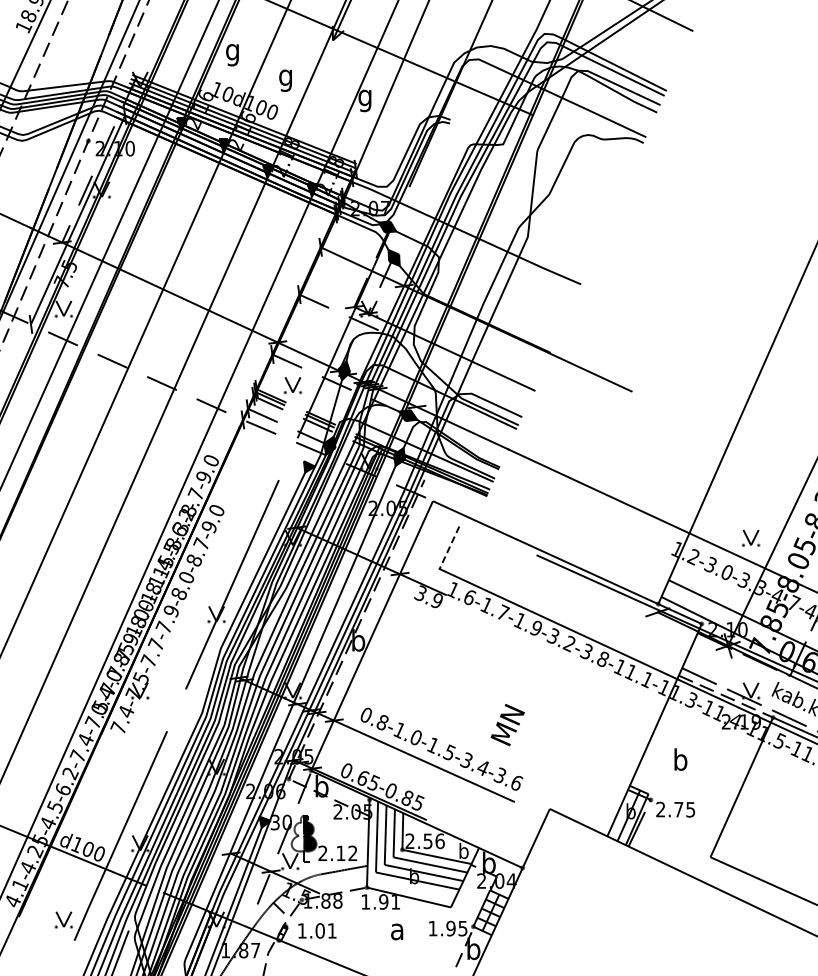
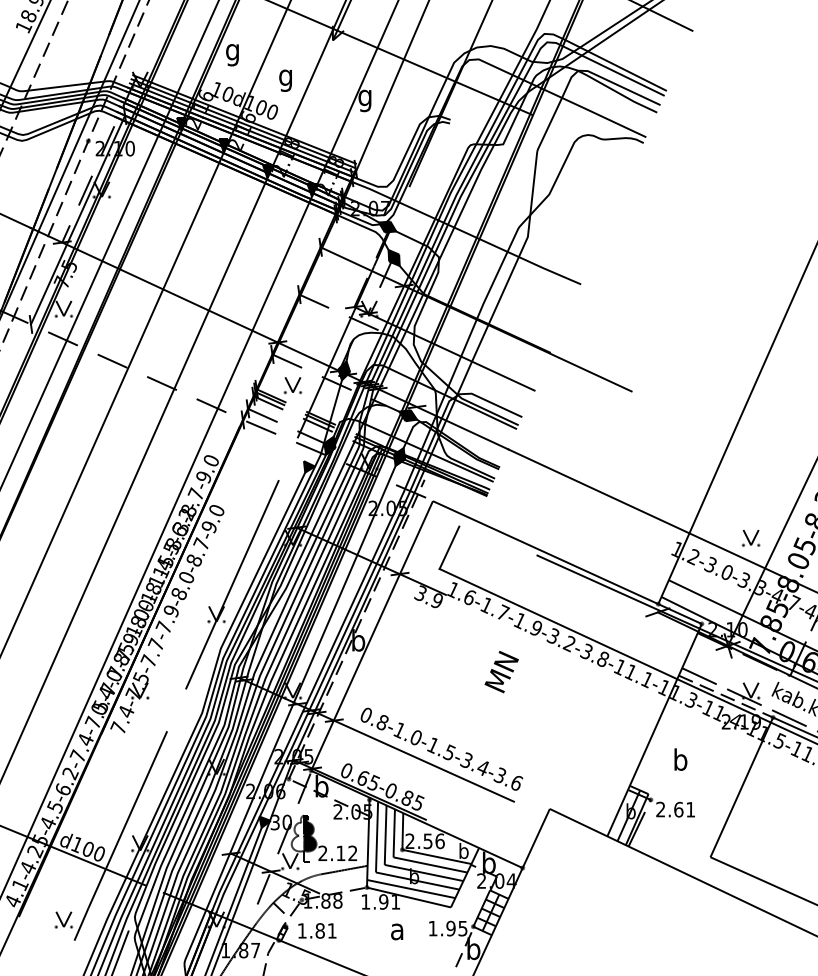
line at (449, 548): dashed -> solid
text at (507, 725) position: (507, 725) -> (501, 672)
text at (684, 809): 2.75 -> 2.61
line at (411, 889): none -> present
text at (319, 930): 1.01 -> 1.81
